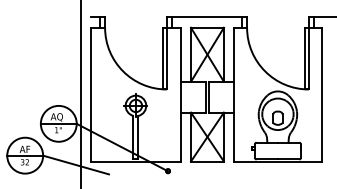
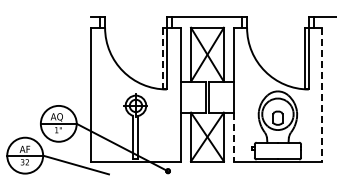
line at (162, 58): solid -> dashed
line at (80, 93): present -> none
line at (321, 94): solid -> dashed
line at (234, 137): solid -> dashed
